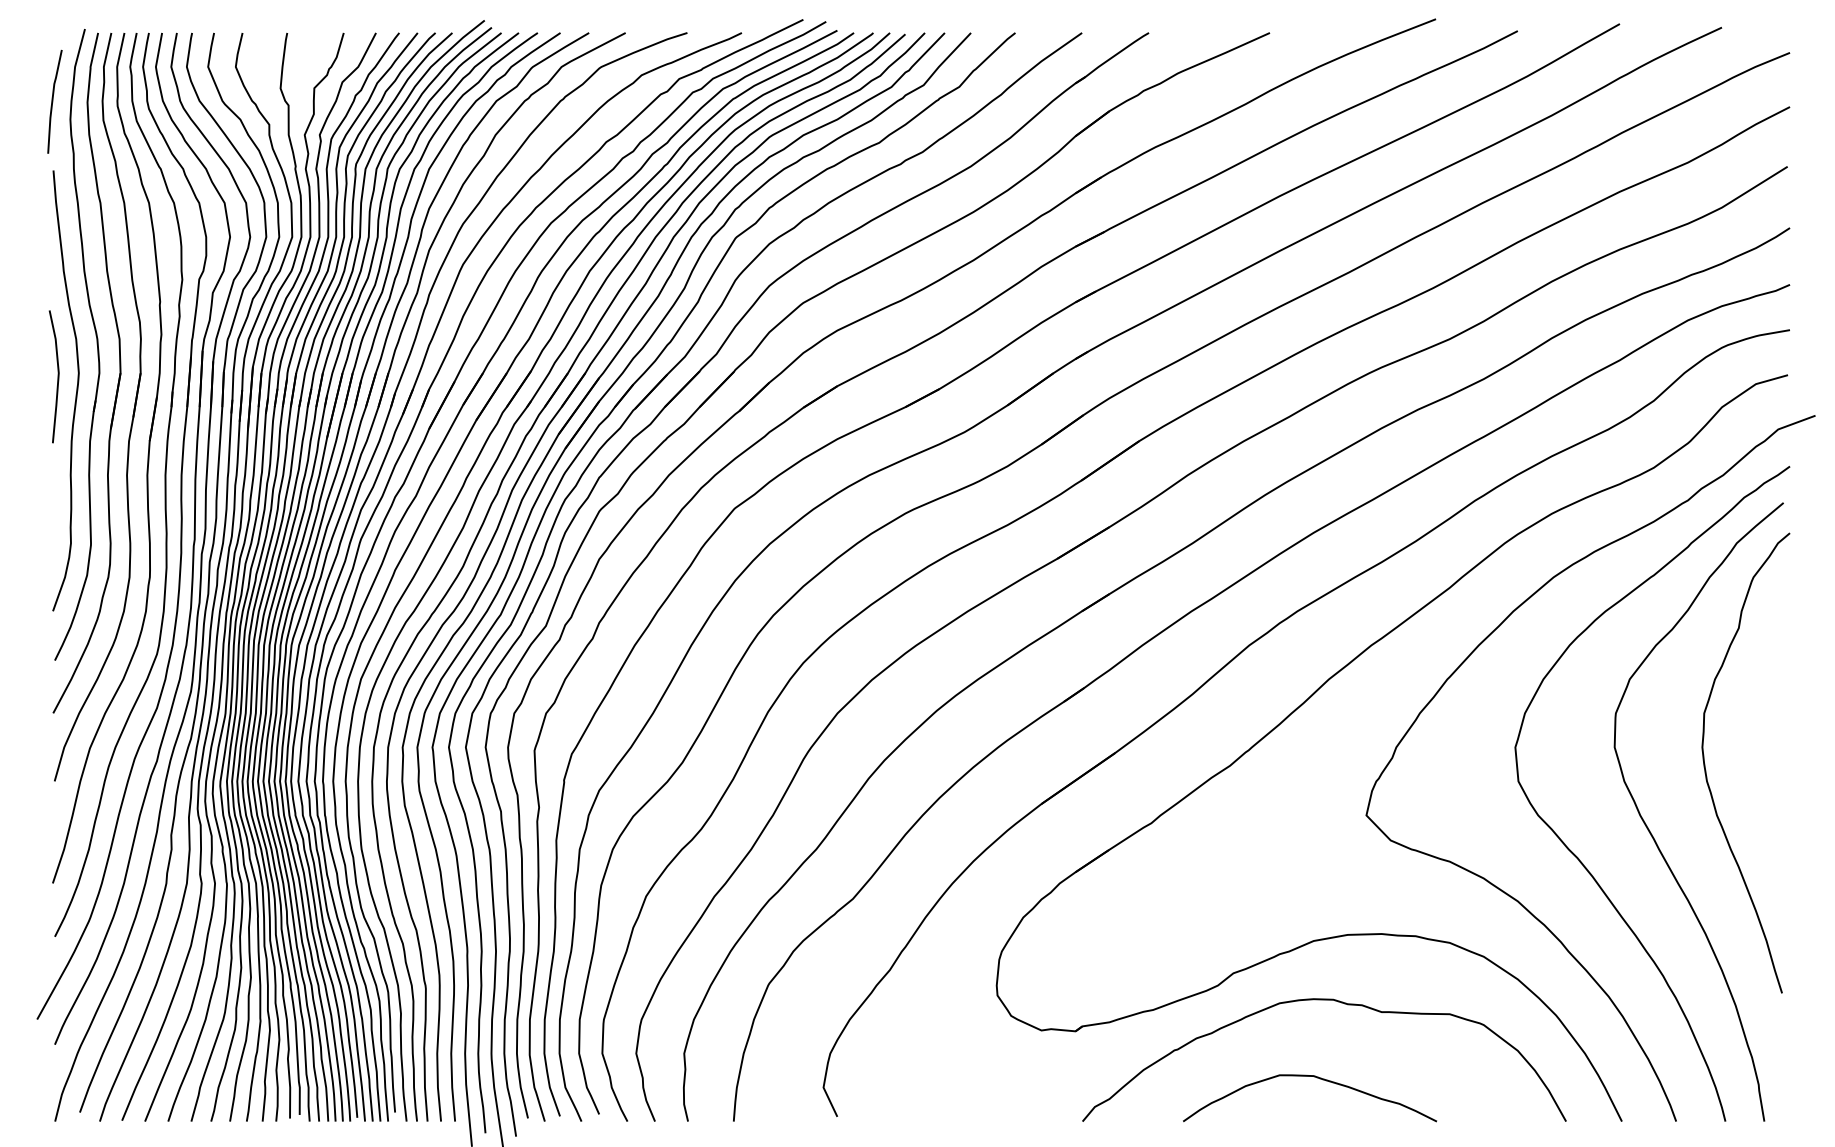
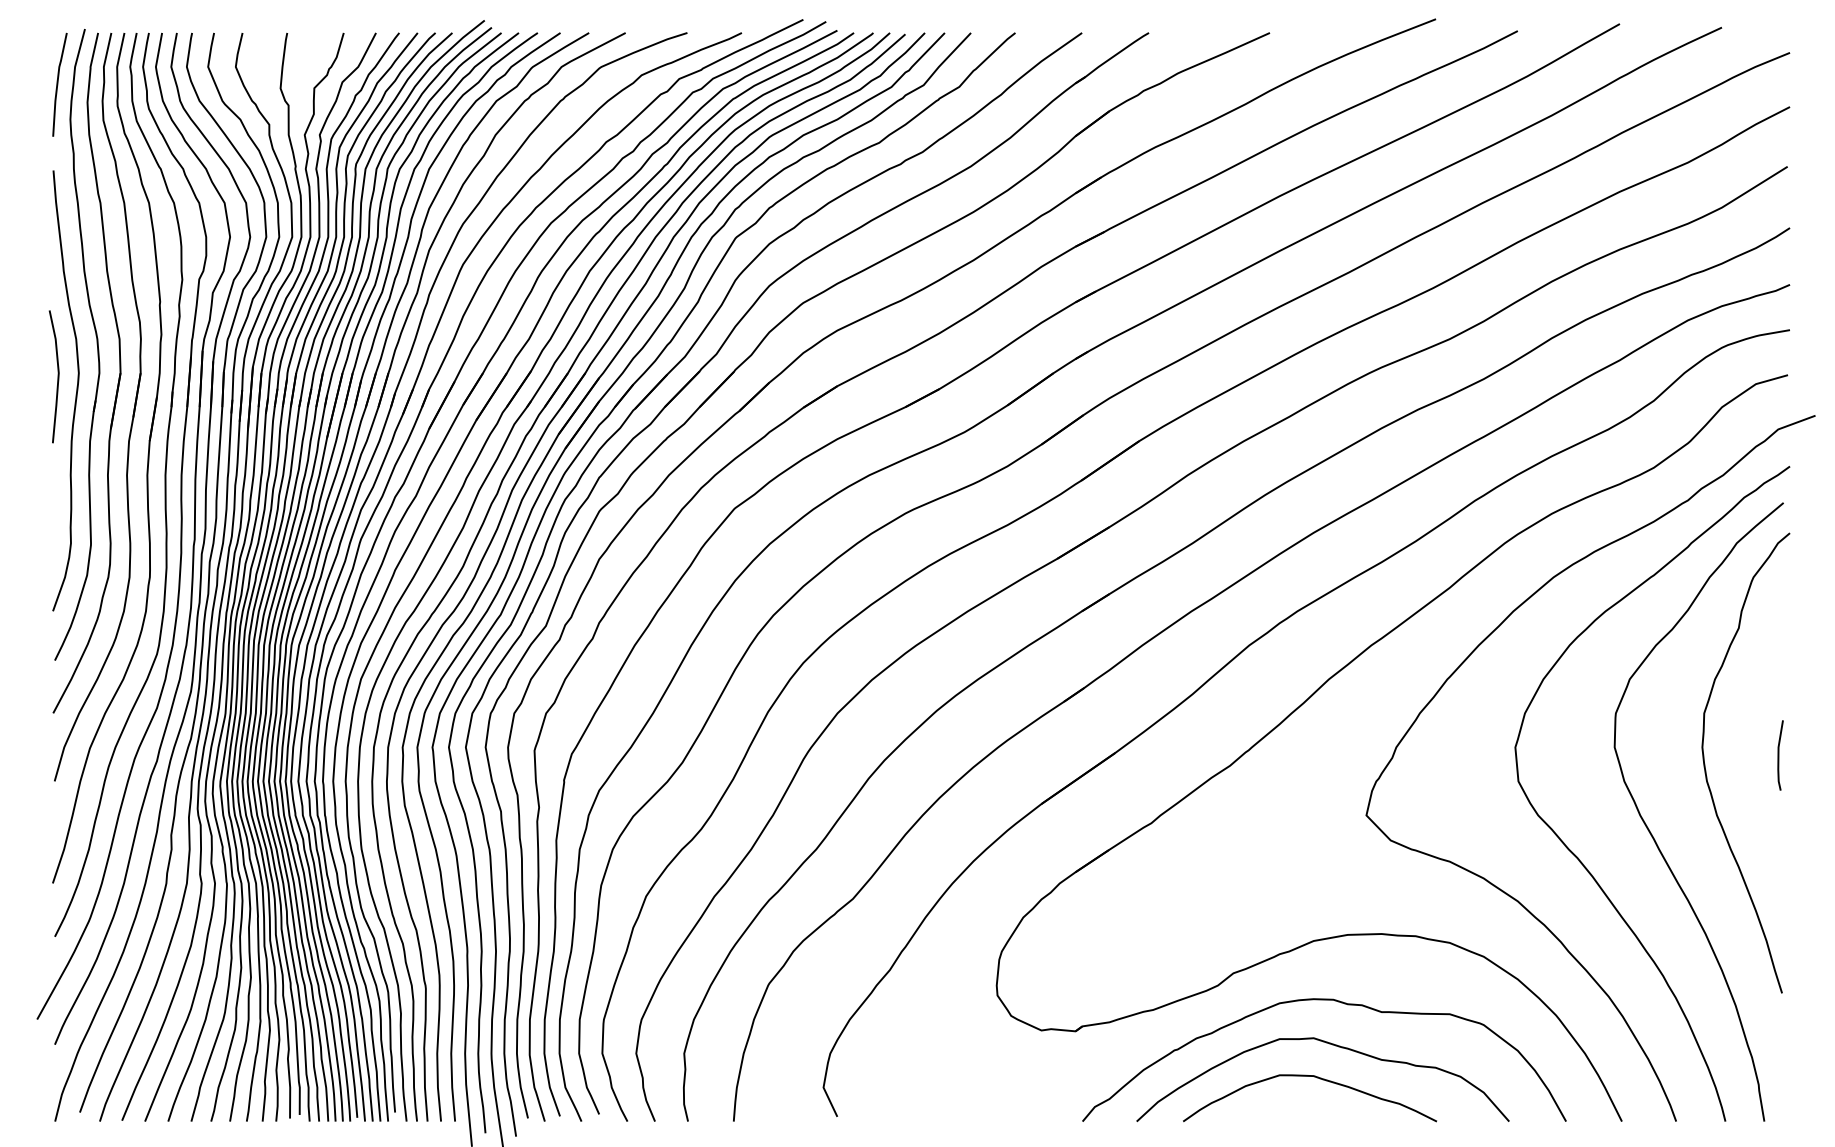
line at (53, 101) position: (53, 101) -> (58, 84)
line at (1779, 755): none -> present
curve at (1332, 1045): none -> present
